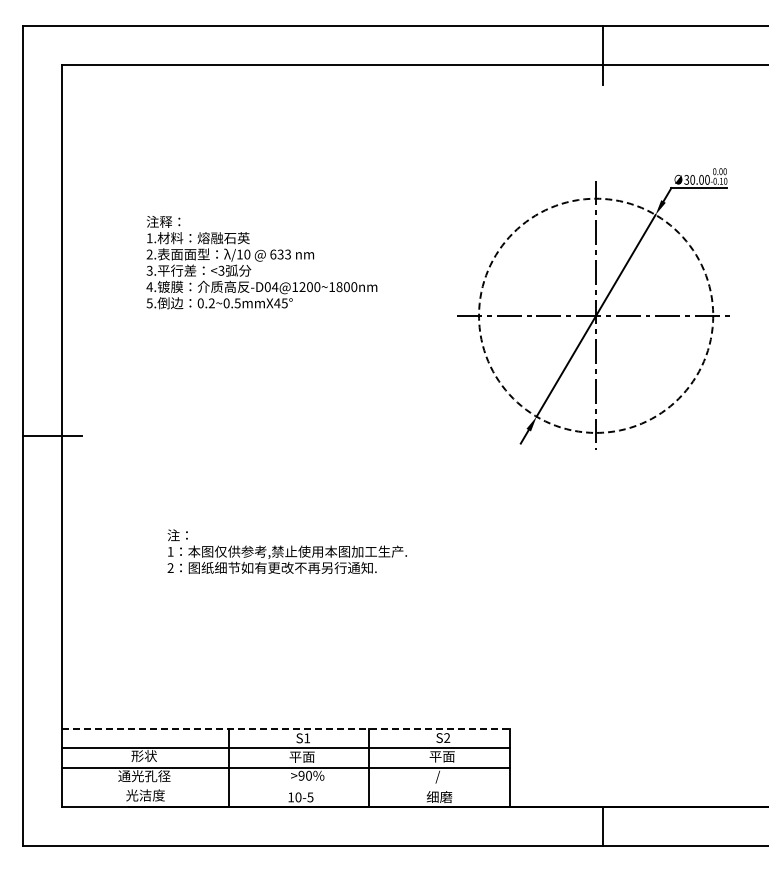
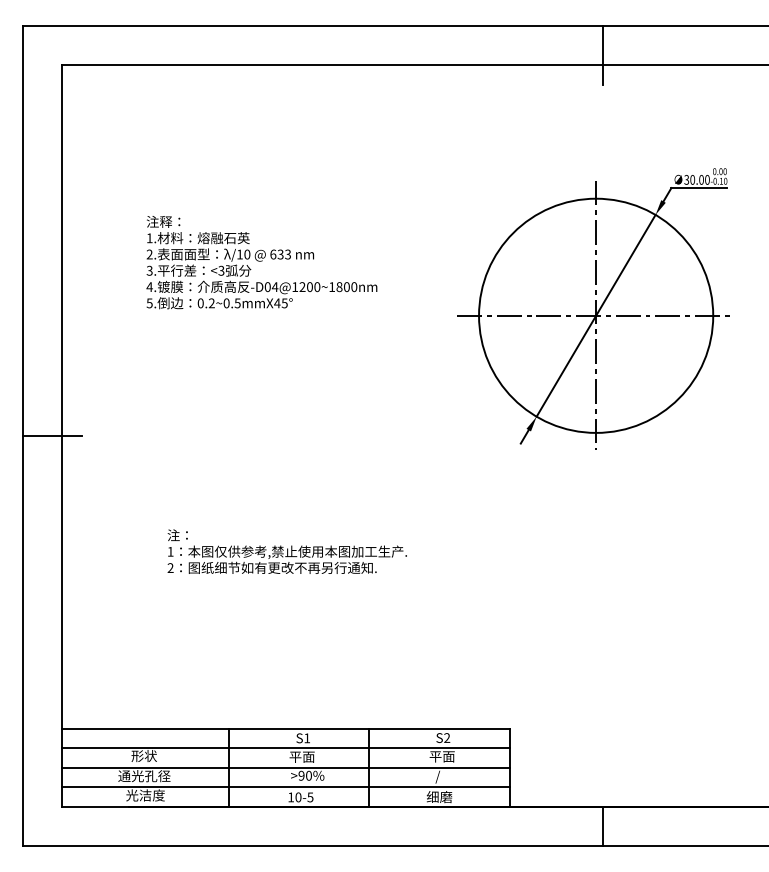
circle at (596, 315): dashed -> solid
line at (286, 728): dashed -> solid
line at (285, 787): none -> present
